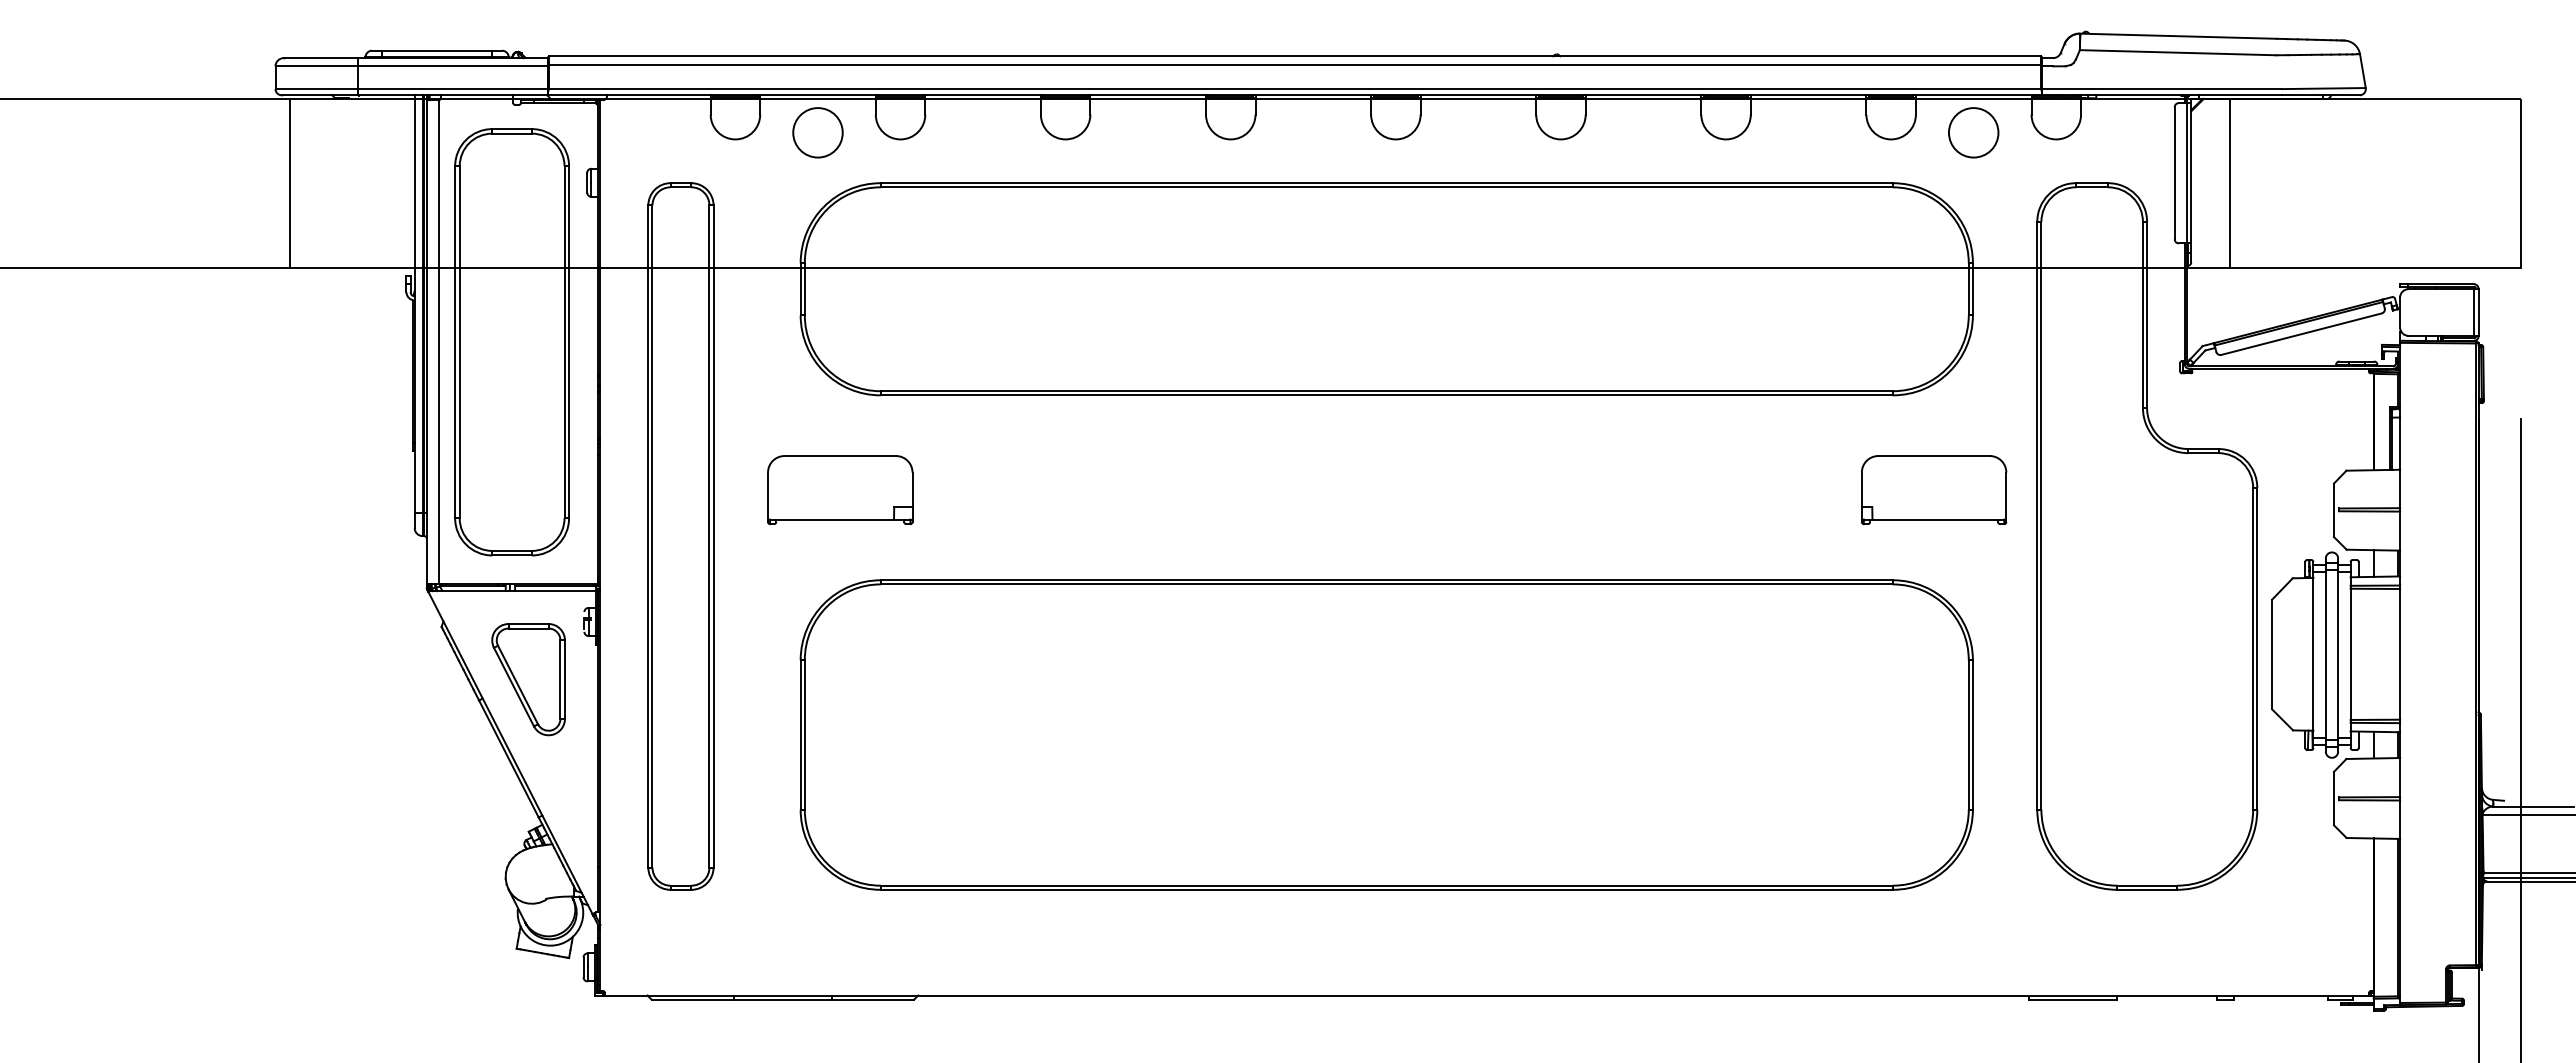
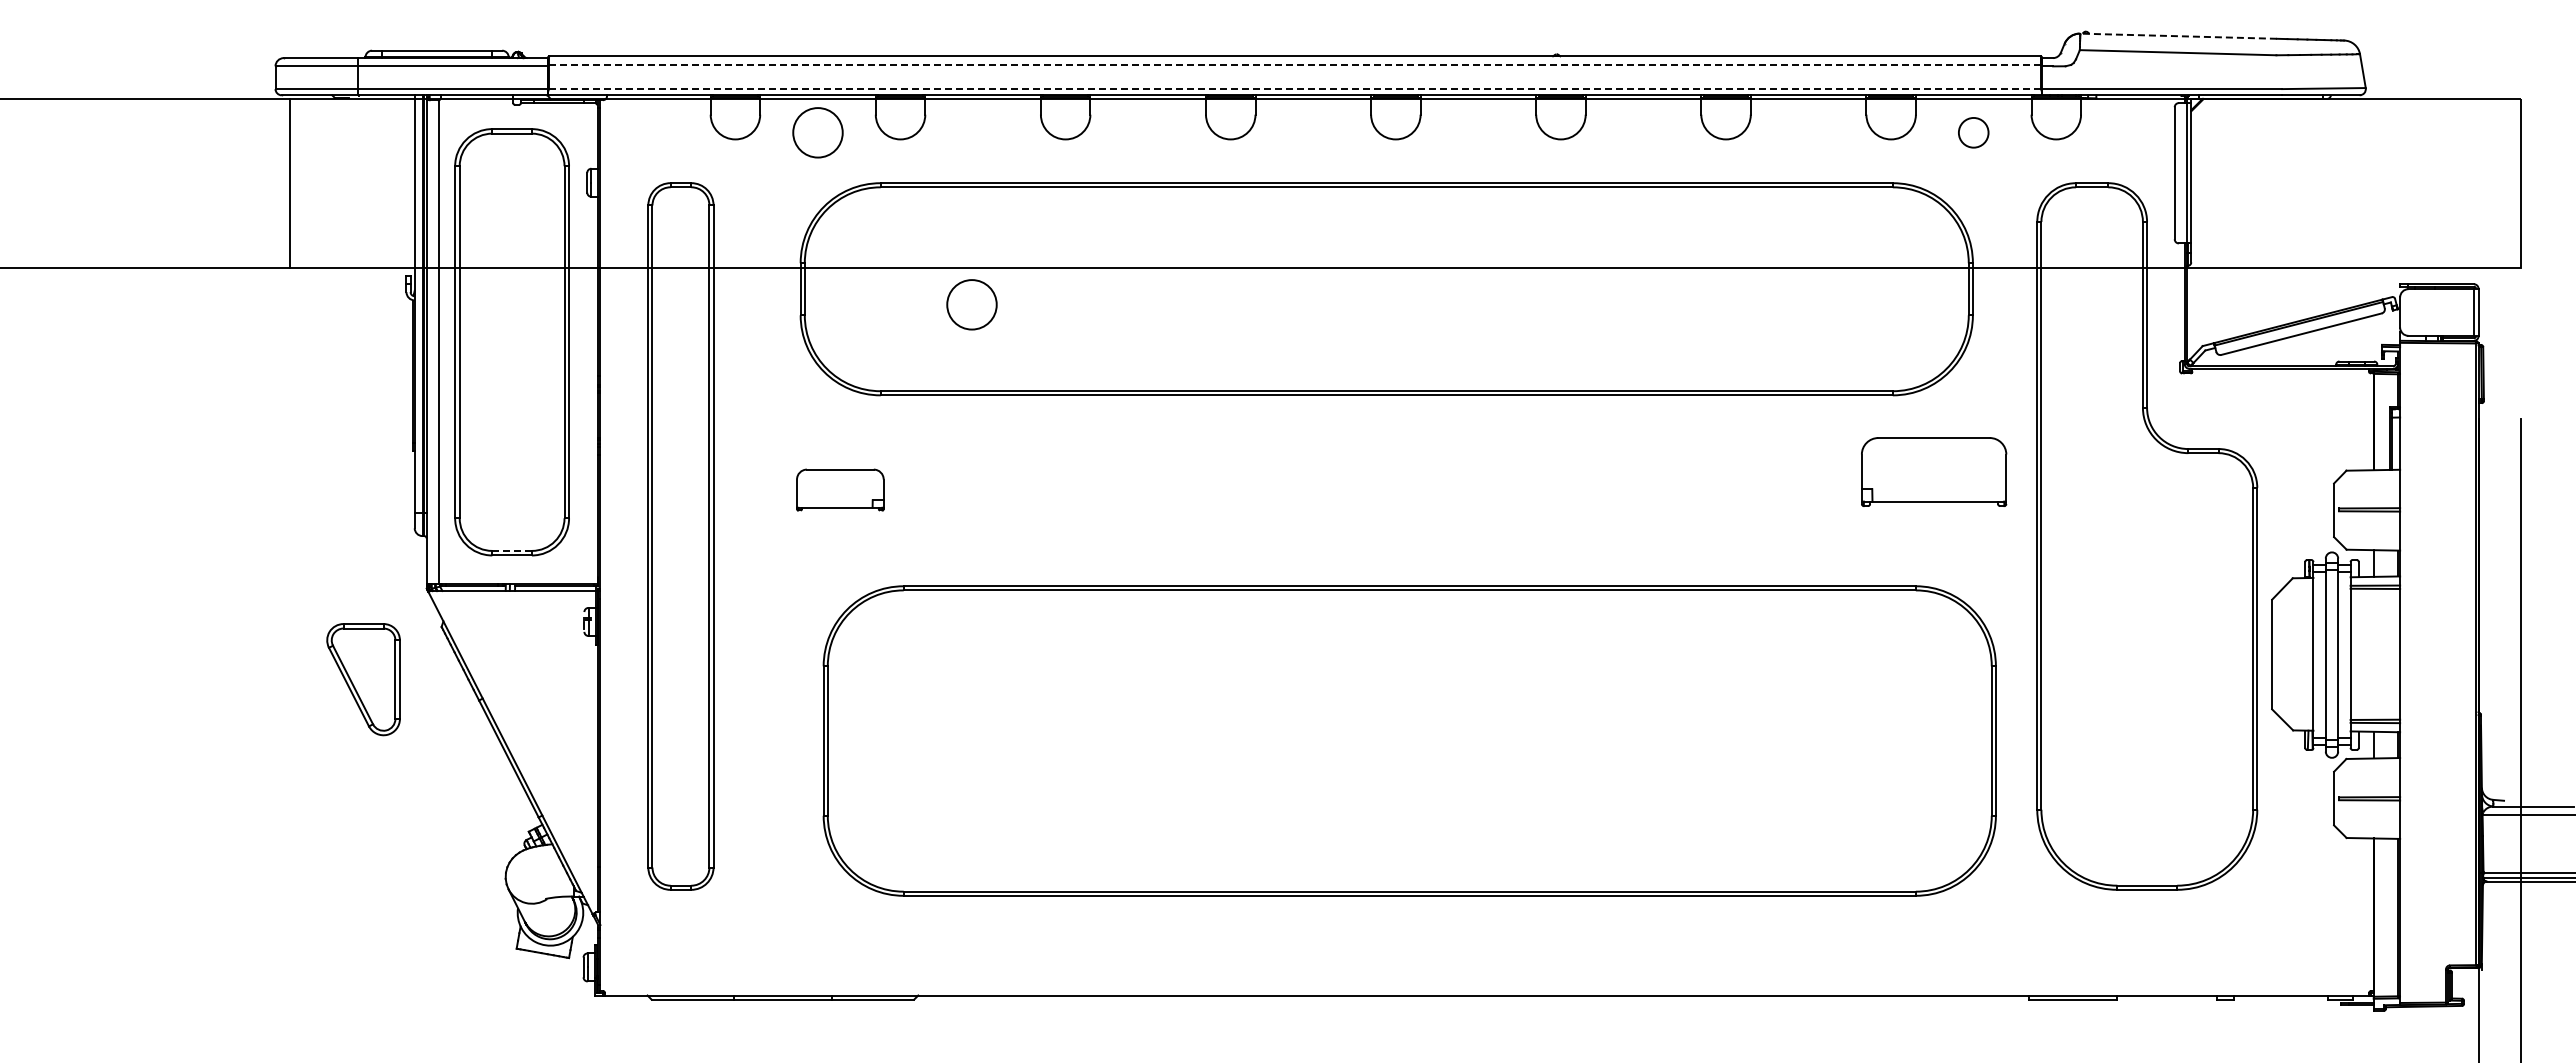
line at (2178, 36): solid -> dashed
line at (1295, 64): solid -> dashed
line at (1295, 89): solid -> dashed
circle at (1973, 132) diameter: 49 px -> 30 px
line at (2229, 183): present -> none
circle at (971, 304): none -> present
part at (840, 489) size: 147x70 px -> 89x44 px
part at (1934, 489) position: (1934, 489) -> (1934, 471)
line at (512, 550): solid -> dashed
part at (528, 679) position: (528, 679) -> (363, 679)
part at (1386, 734) position: (1386, 734) -> (1409, 740)
